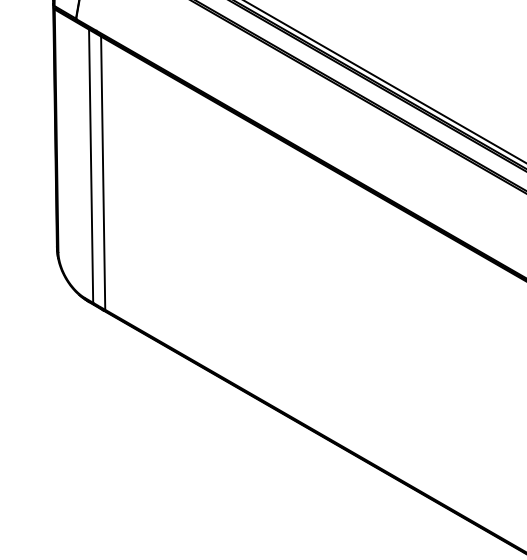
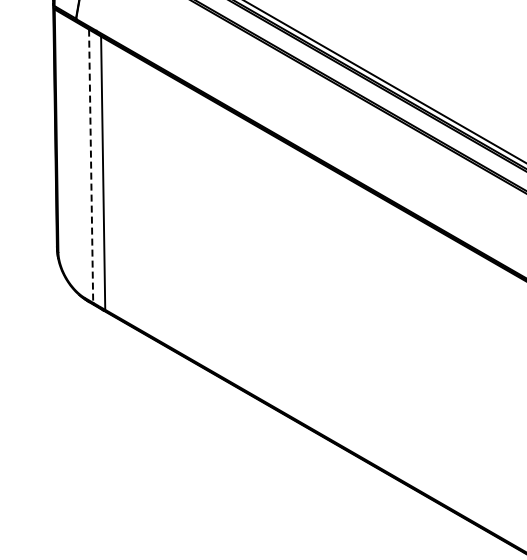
line at (91, 166): solid -> dashed
